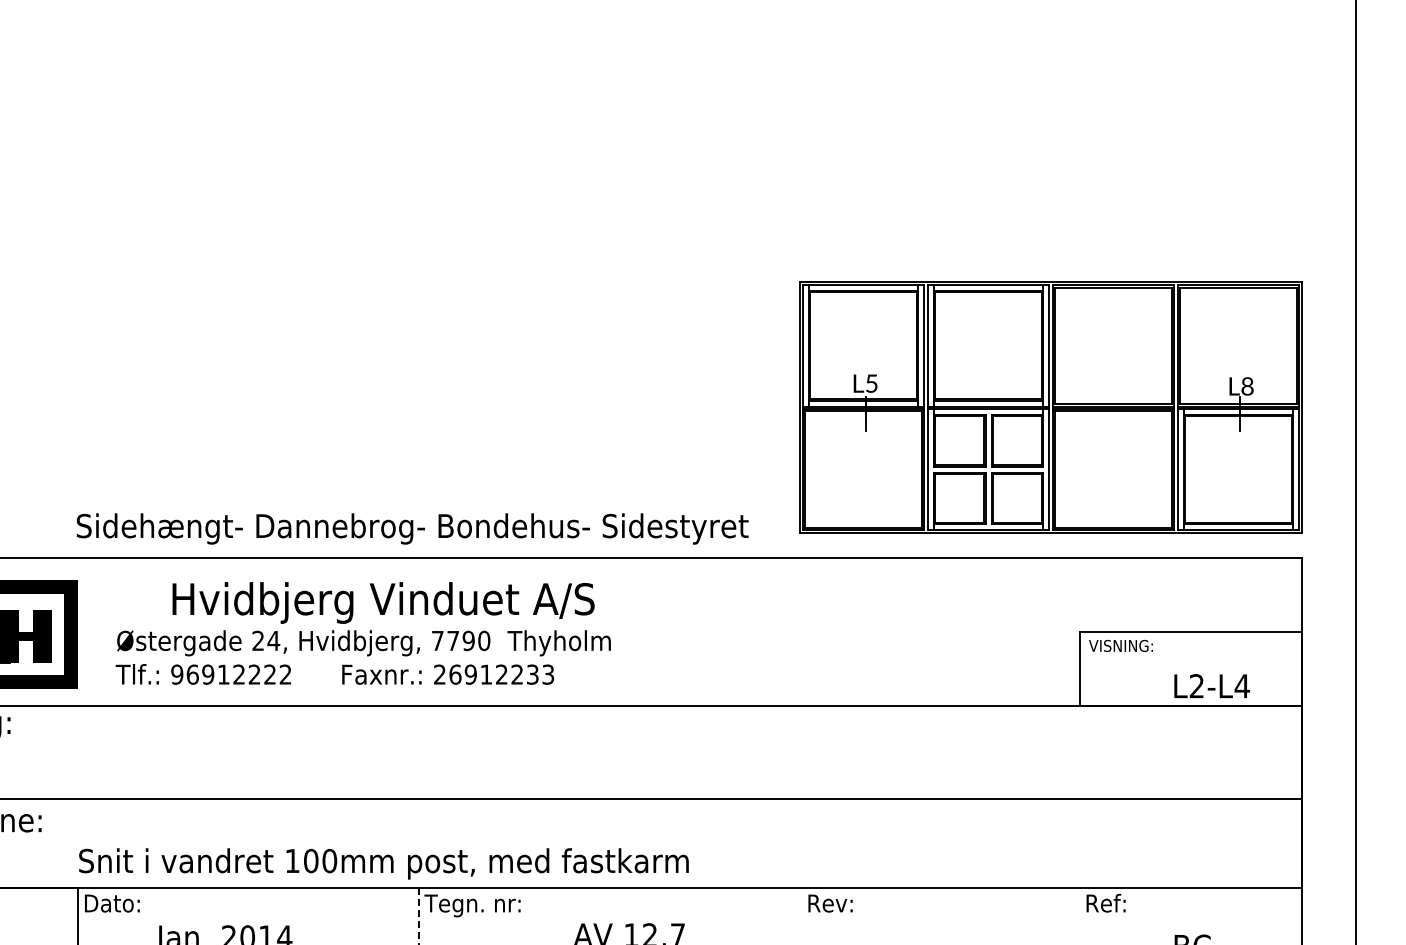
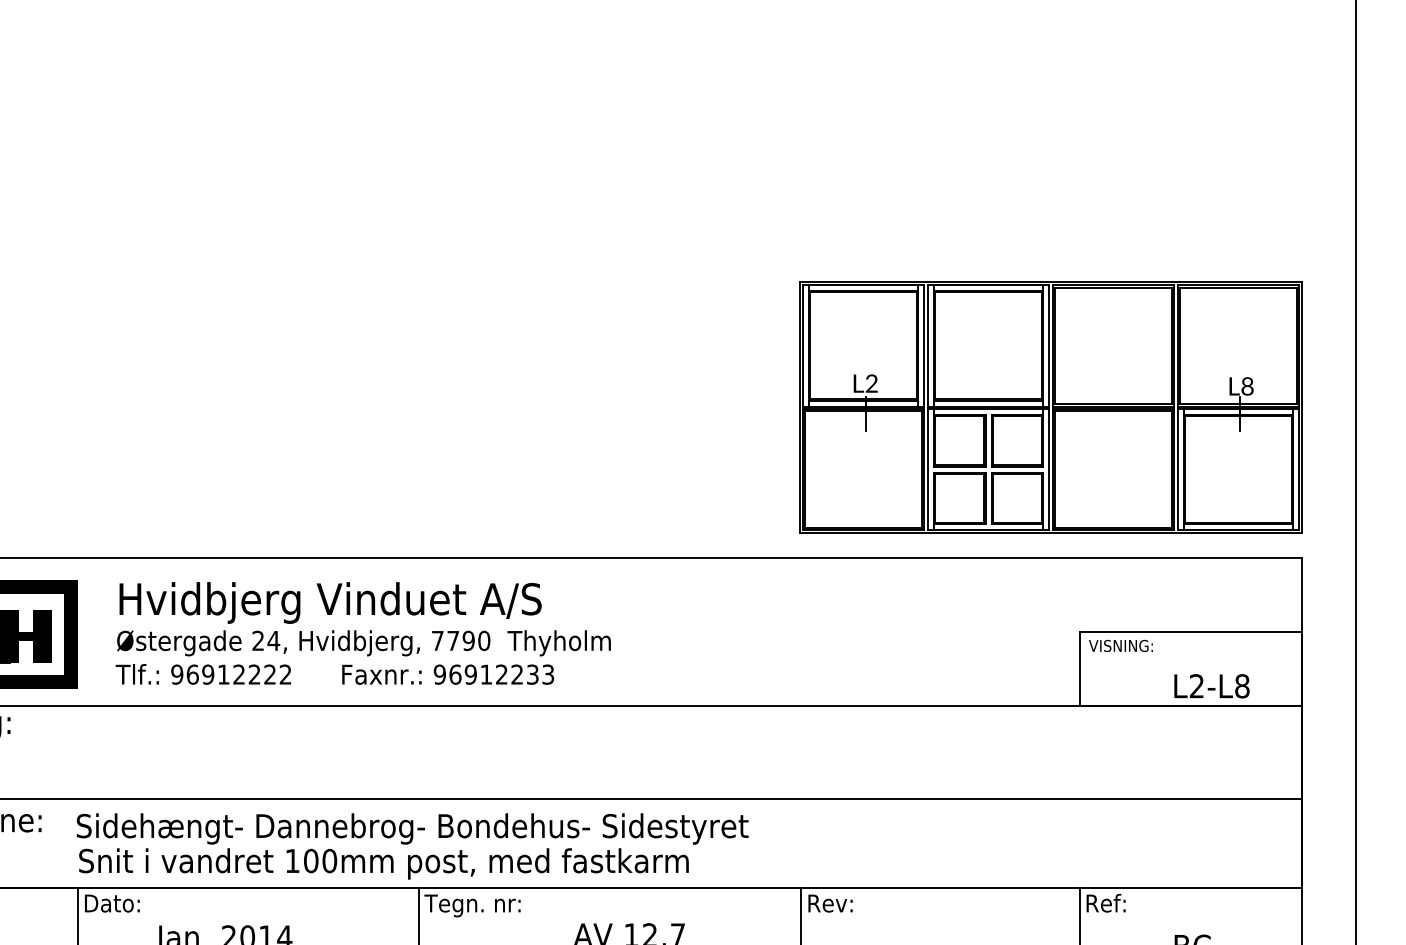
text at (871, 383): L5 -> L2
text at (412, 528) position: (412, 528) -> (412, 828)
text at (383, 602) position: (383, 602) -> (330, 602)
text at (439, 674): 26912233 -> 96912233
text at (1242, 686): L2-L4 -> L2-L8
line at (801, 914): none -> present
line at (1079, 914): none -> present
line at (419, 916): dashed -> solid
